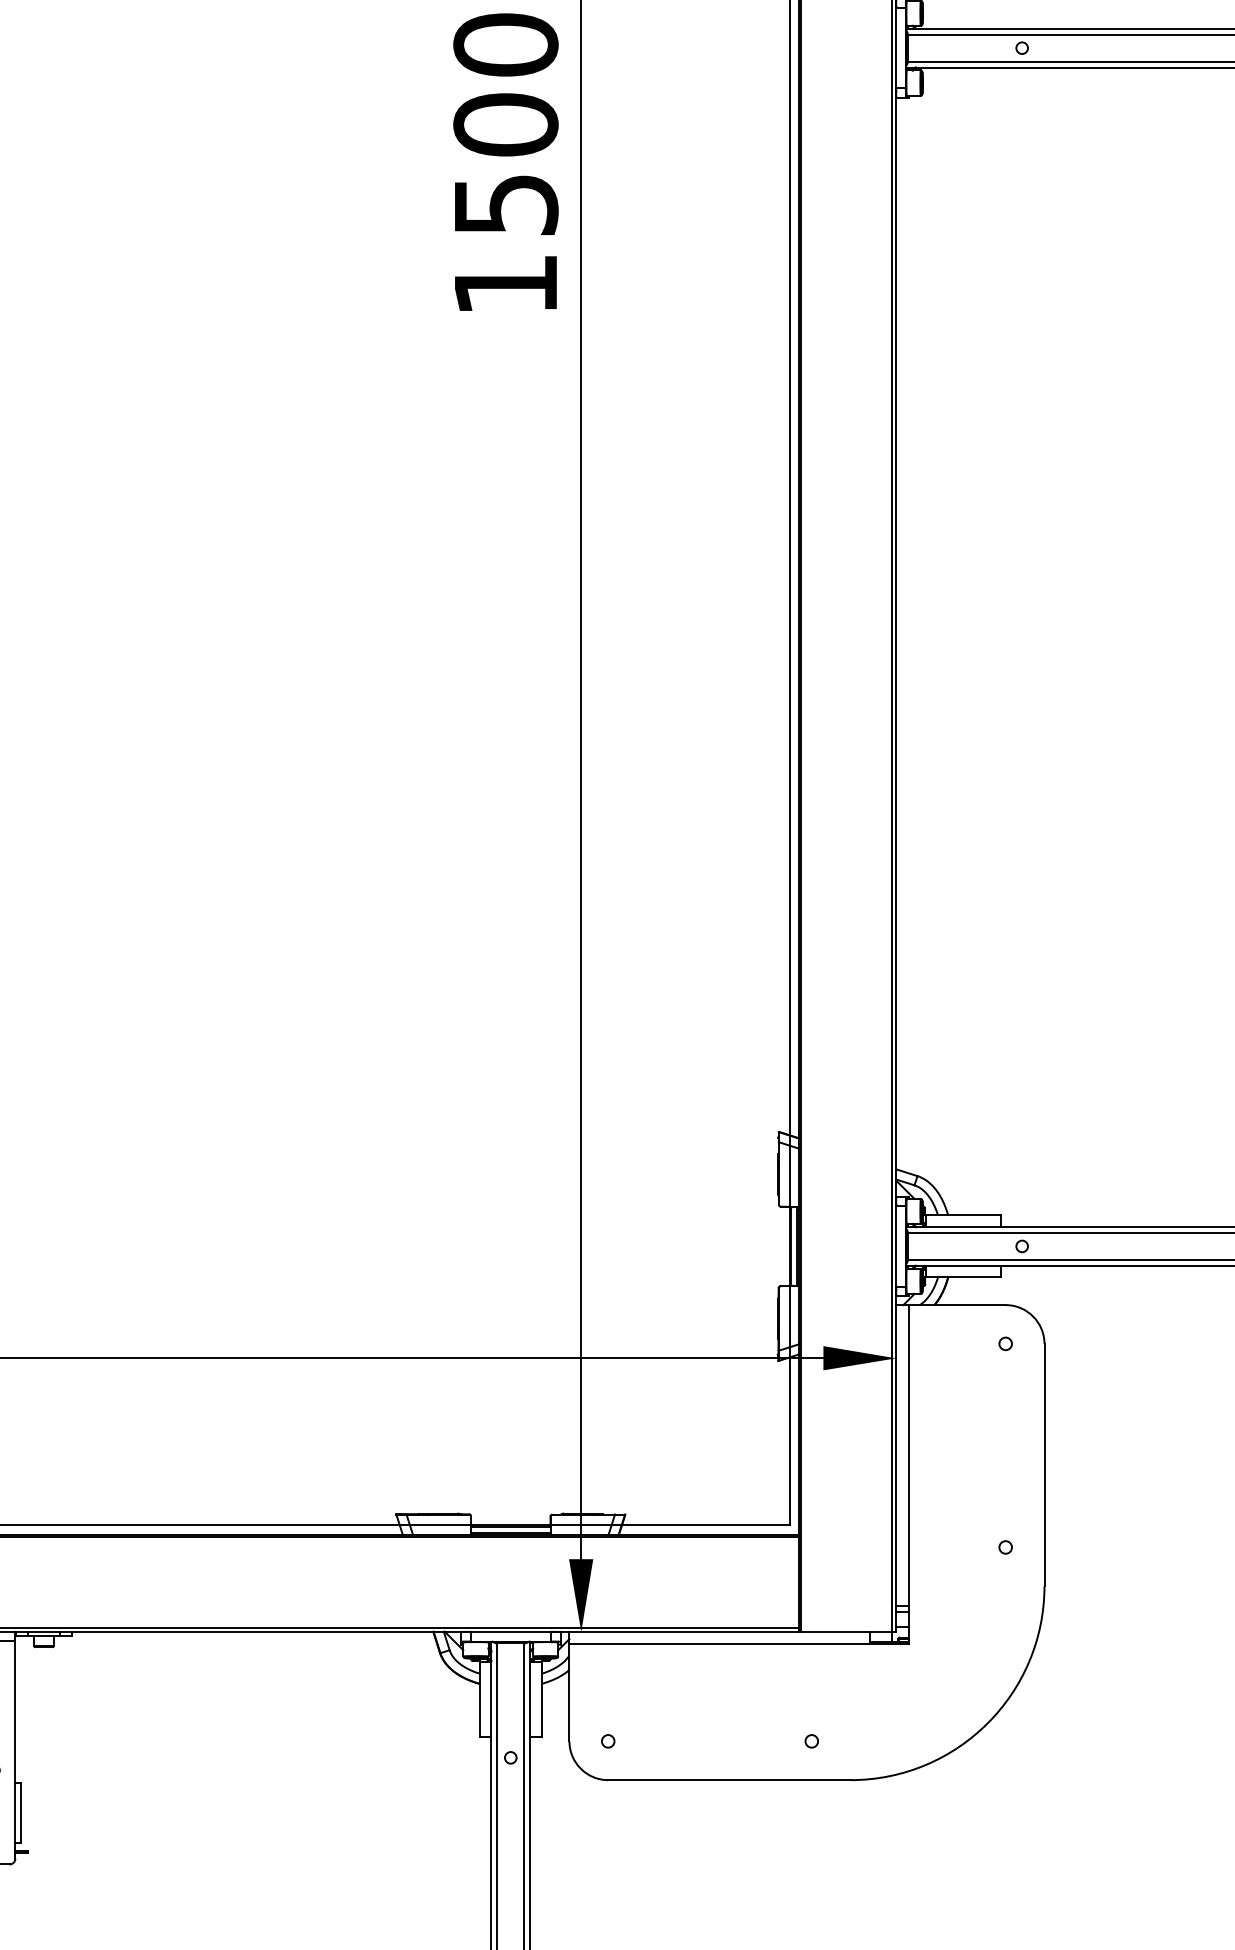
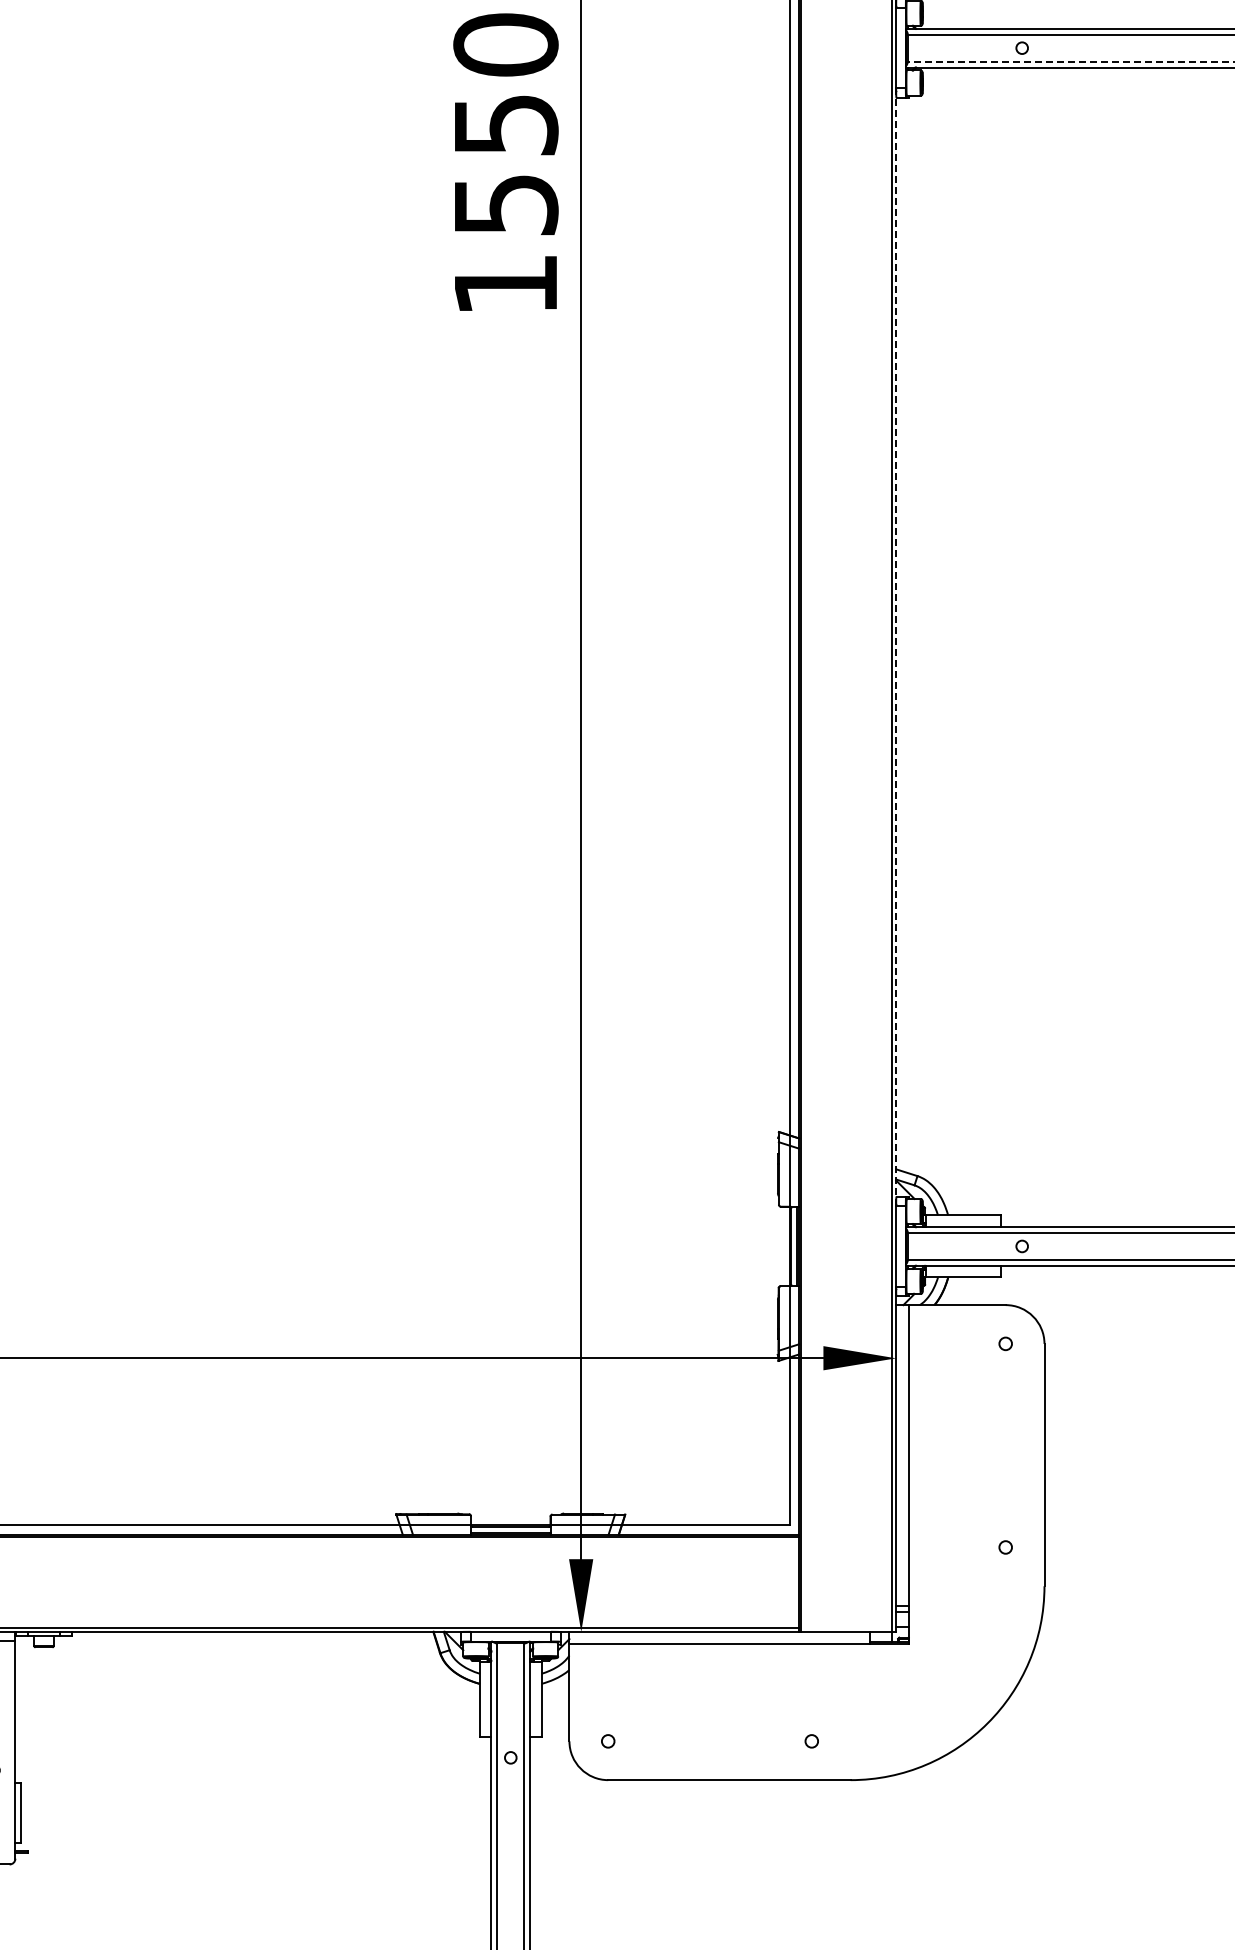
line at (1070, 61): solid -> dashed
text at (505, 124): 1500 -> 1550
line at (896, 647): solid -> dashed
